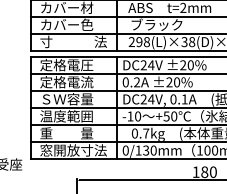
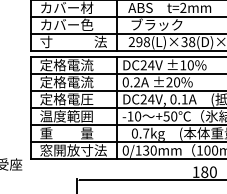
text at (87, 65): 定格電圧 -> 定格電流
text at (183, 65): ±20%%% -> ±10%%%
text at (66, 99): ＳＷ容量 -> 定格電圧
